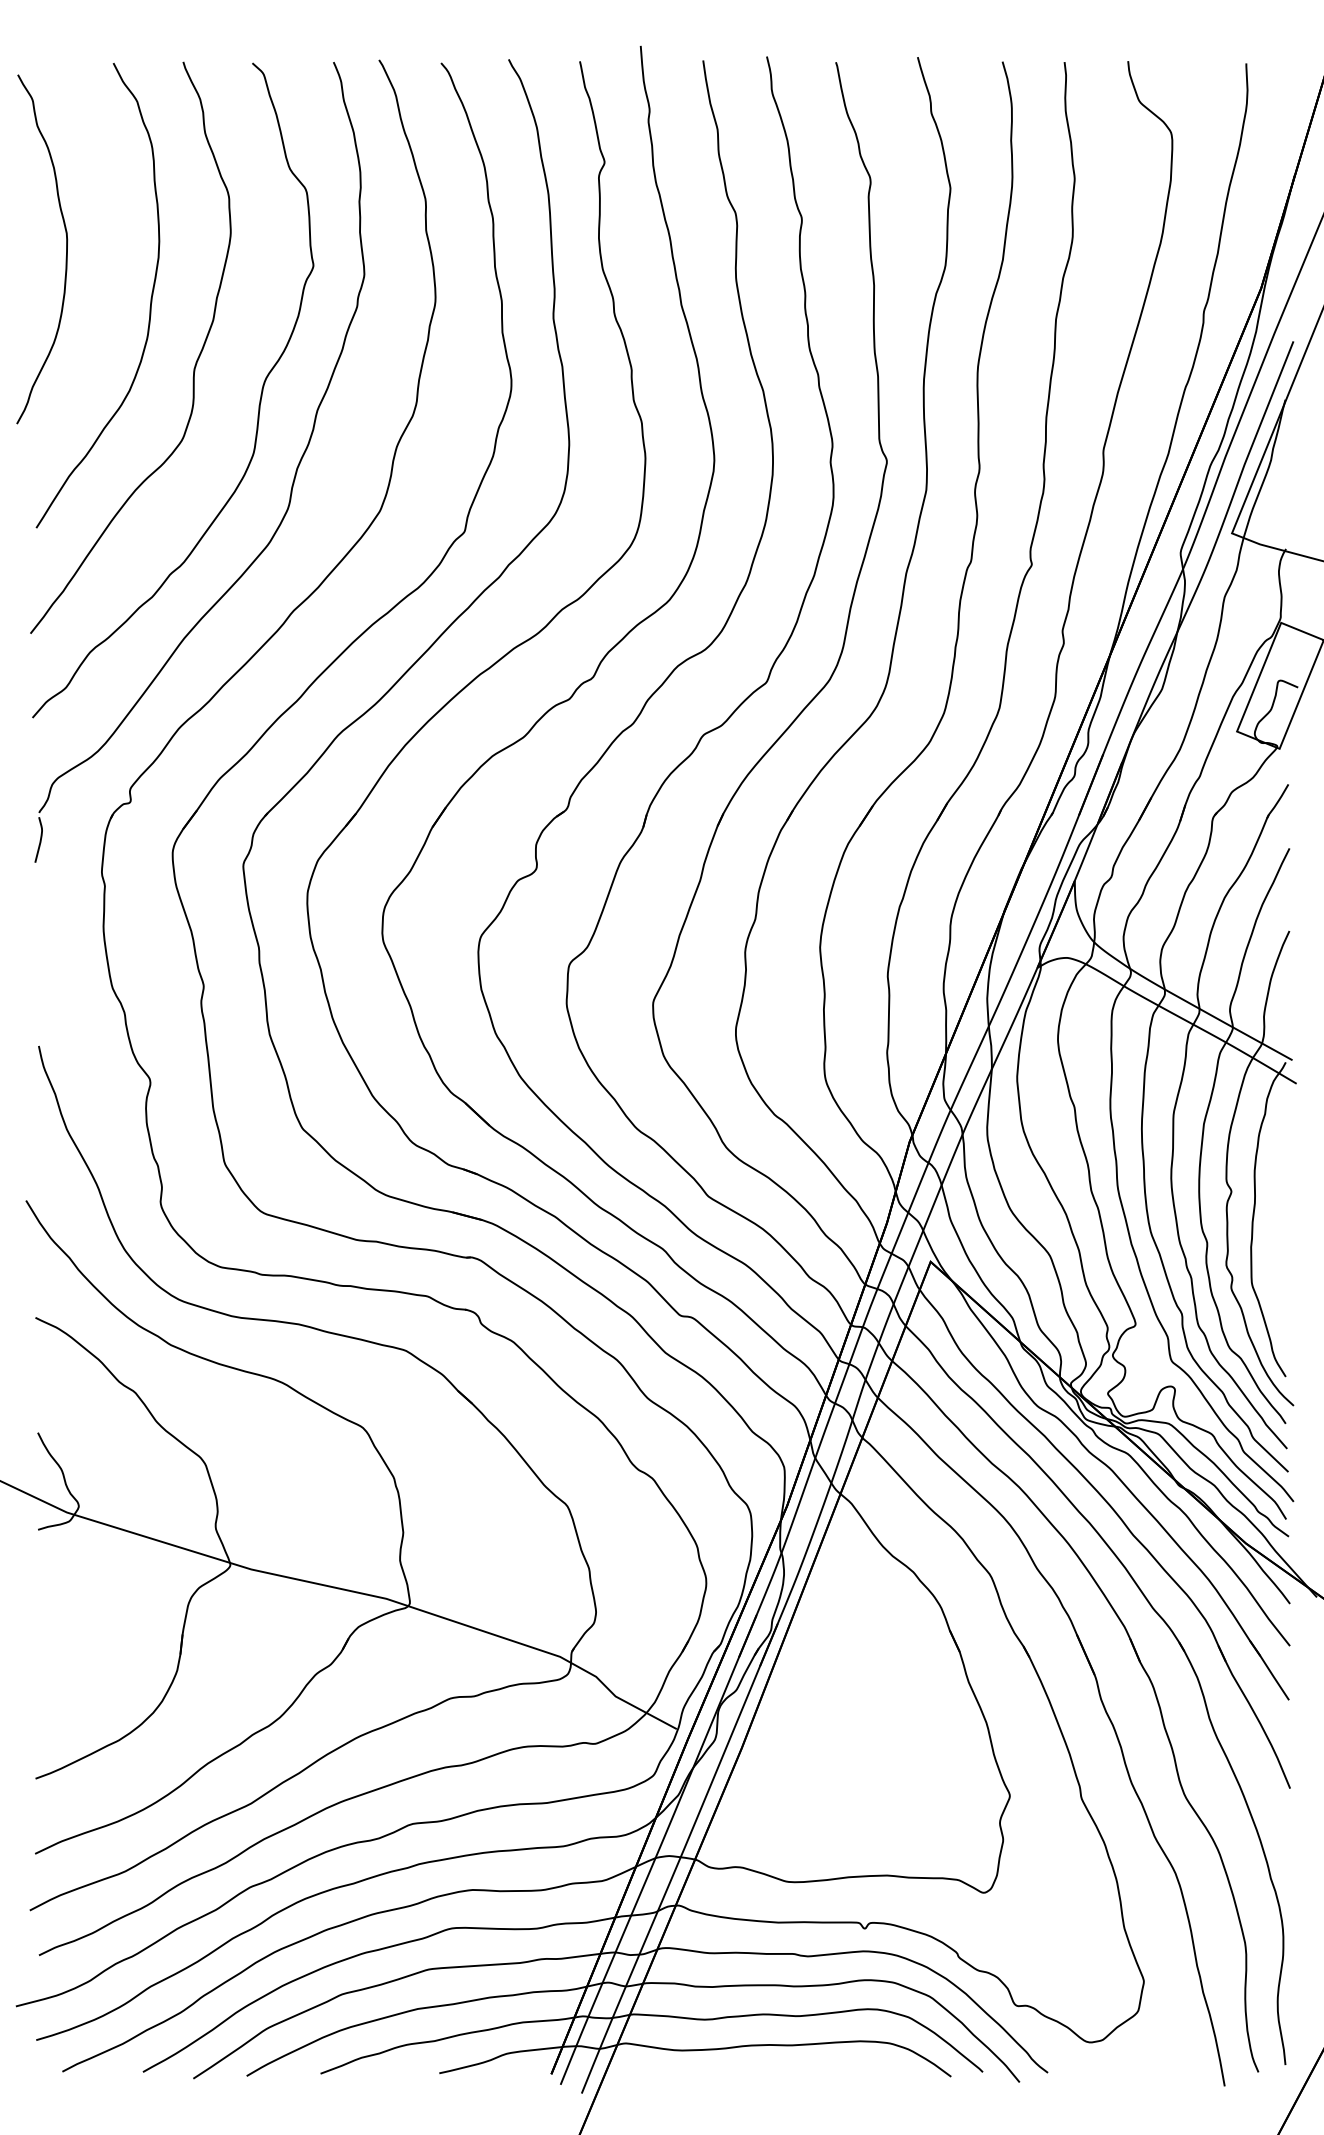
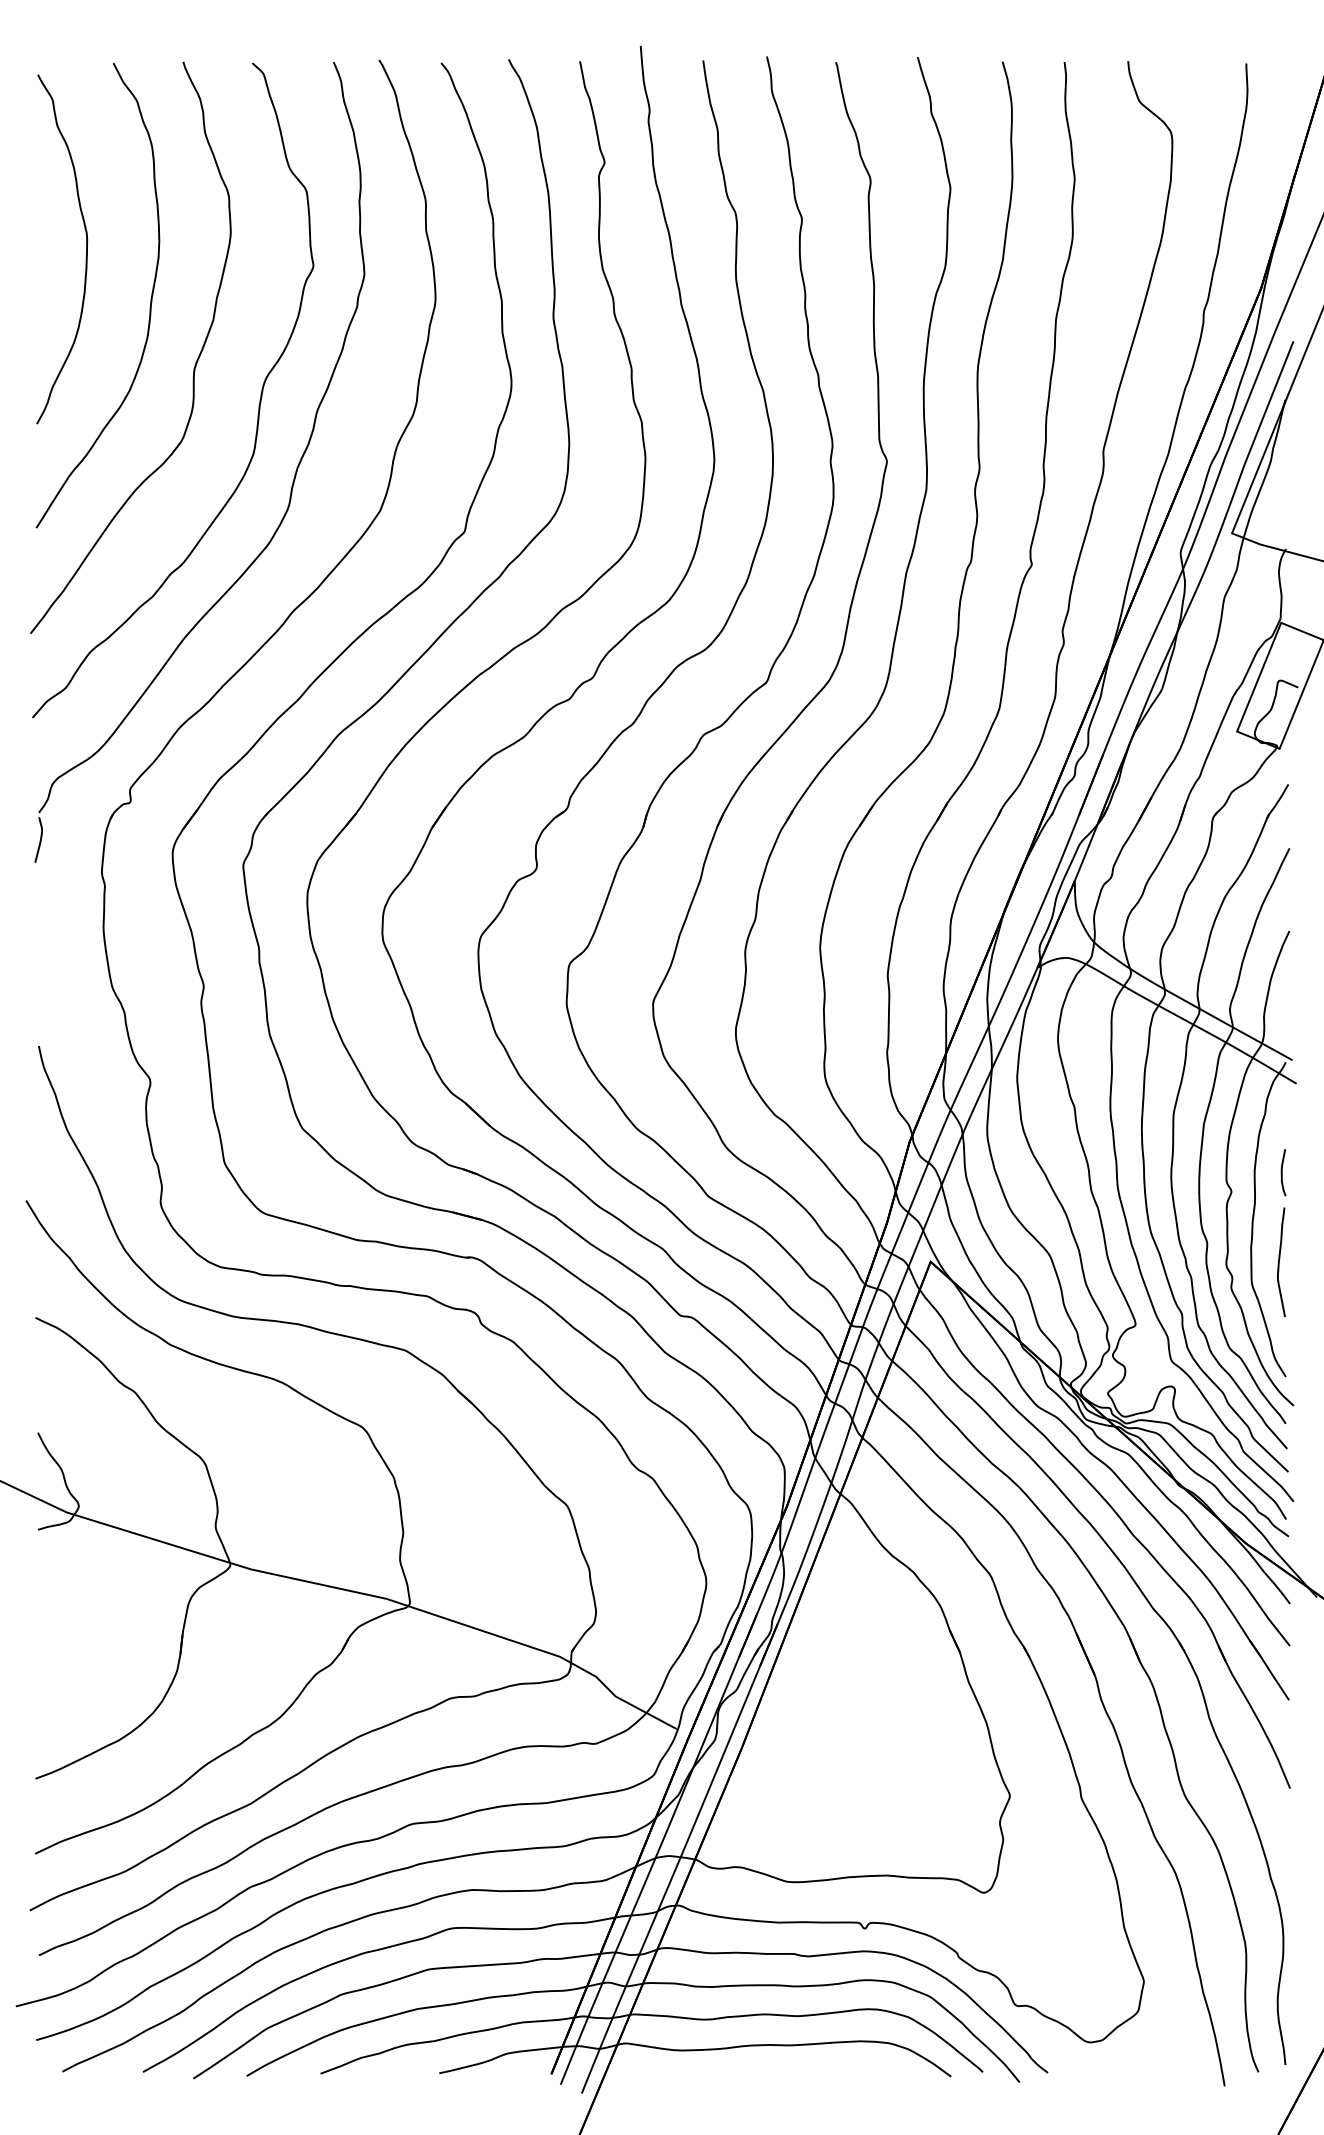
curve at (66, 249) position: (66, 249) -> (86, 249)
curve at (1282, 1172): none -> present
curve at (1279, 1261): none -> present
